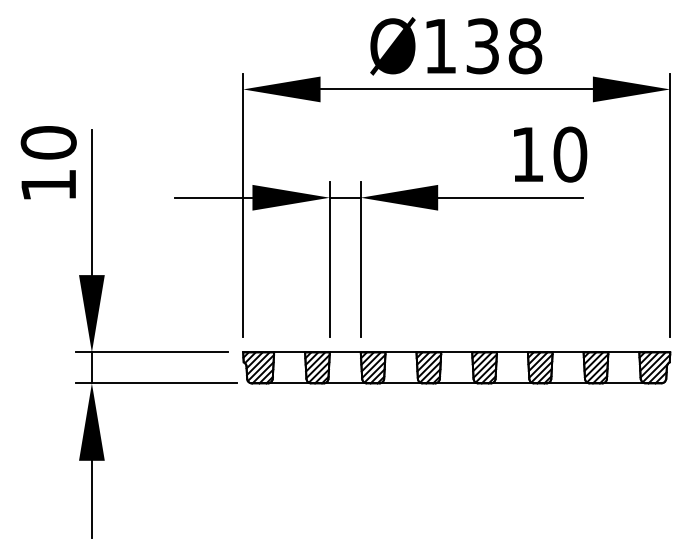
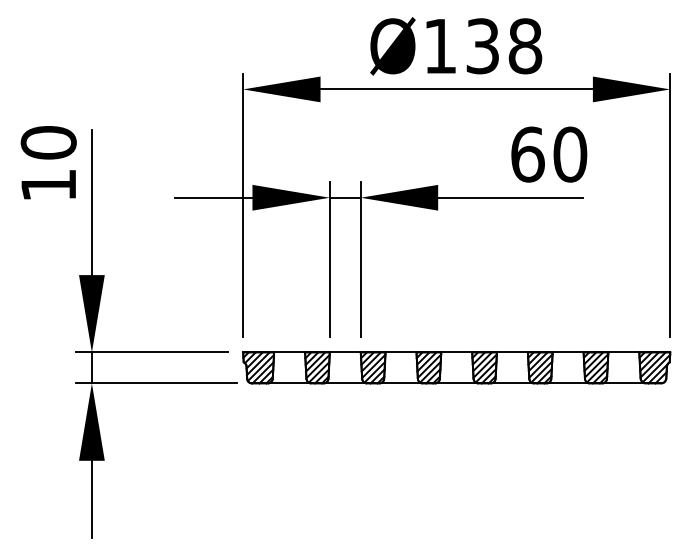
text at (527, 154): 10 -> 60
